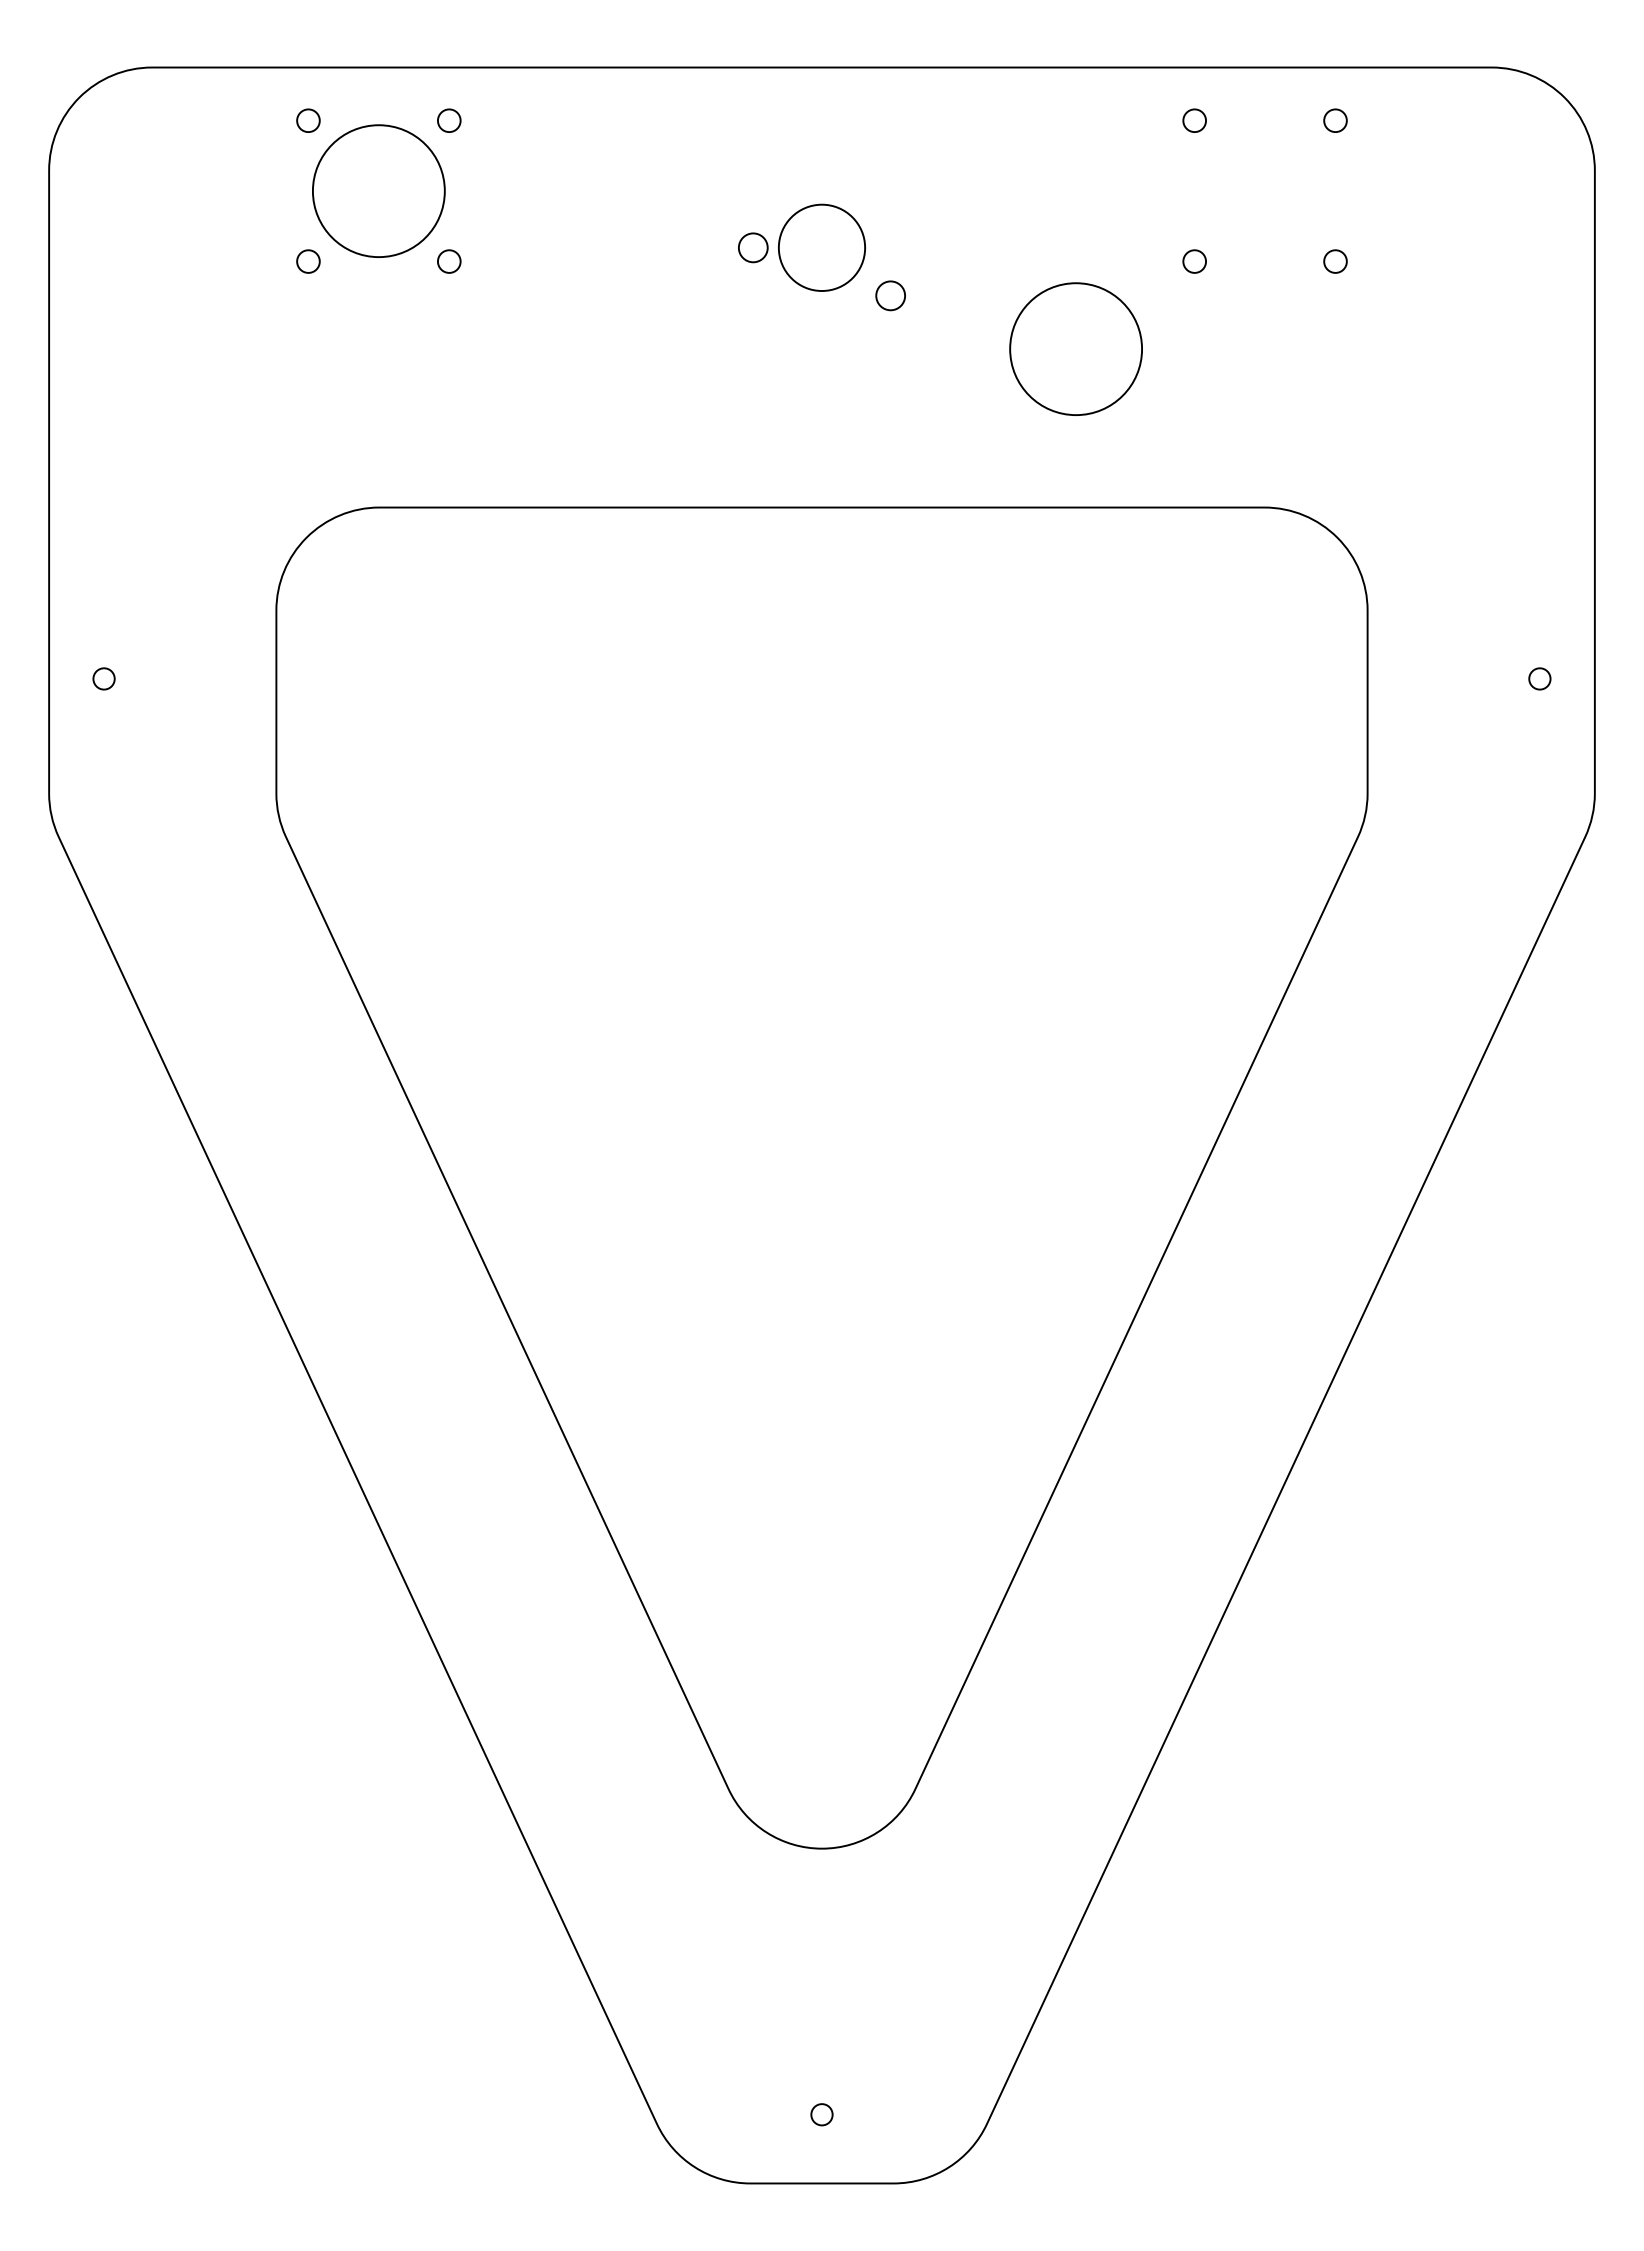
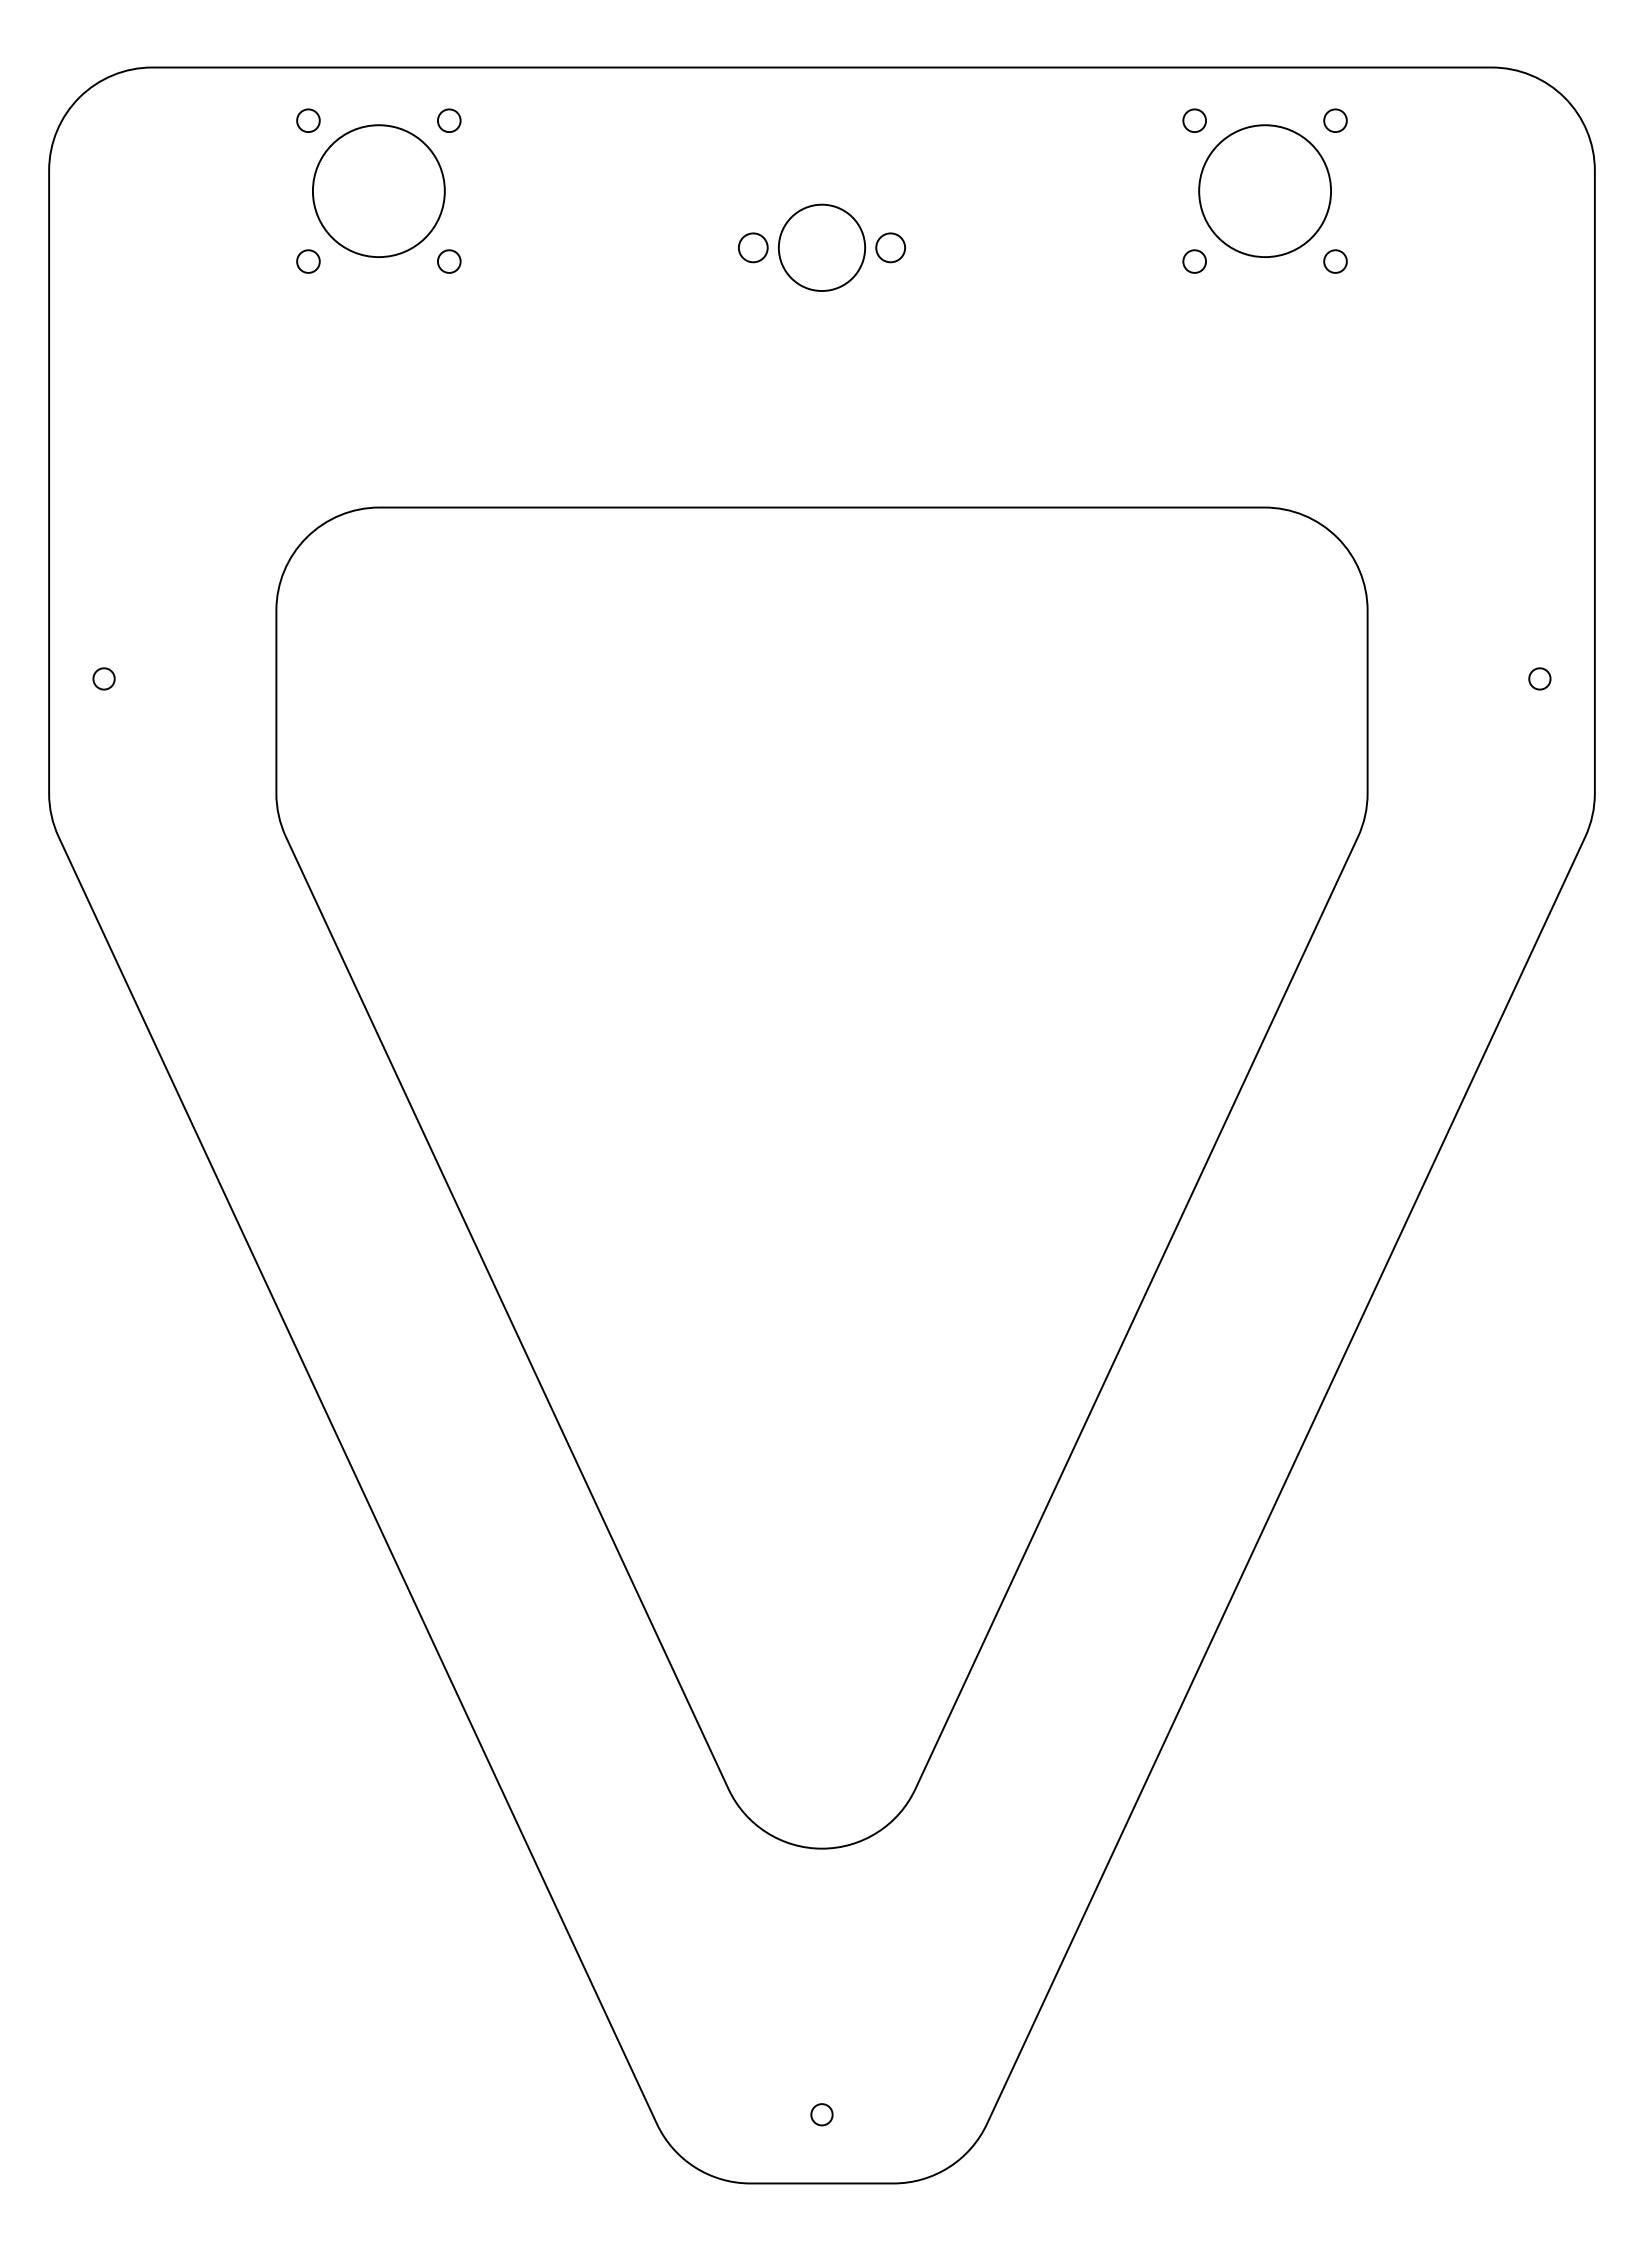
circle at (890, 295) position: (890, 295) -> (890, 247)
circle at (1075, 348) position: (1075, 348) -> (1264, 190)
